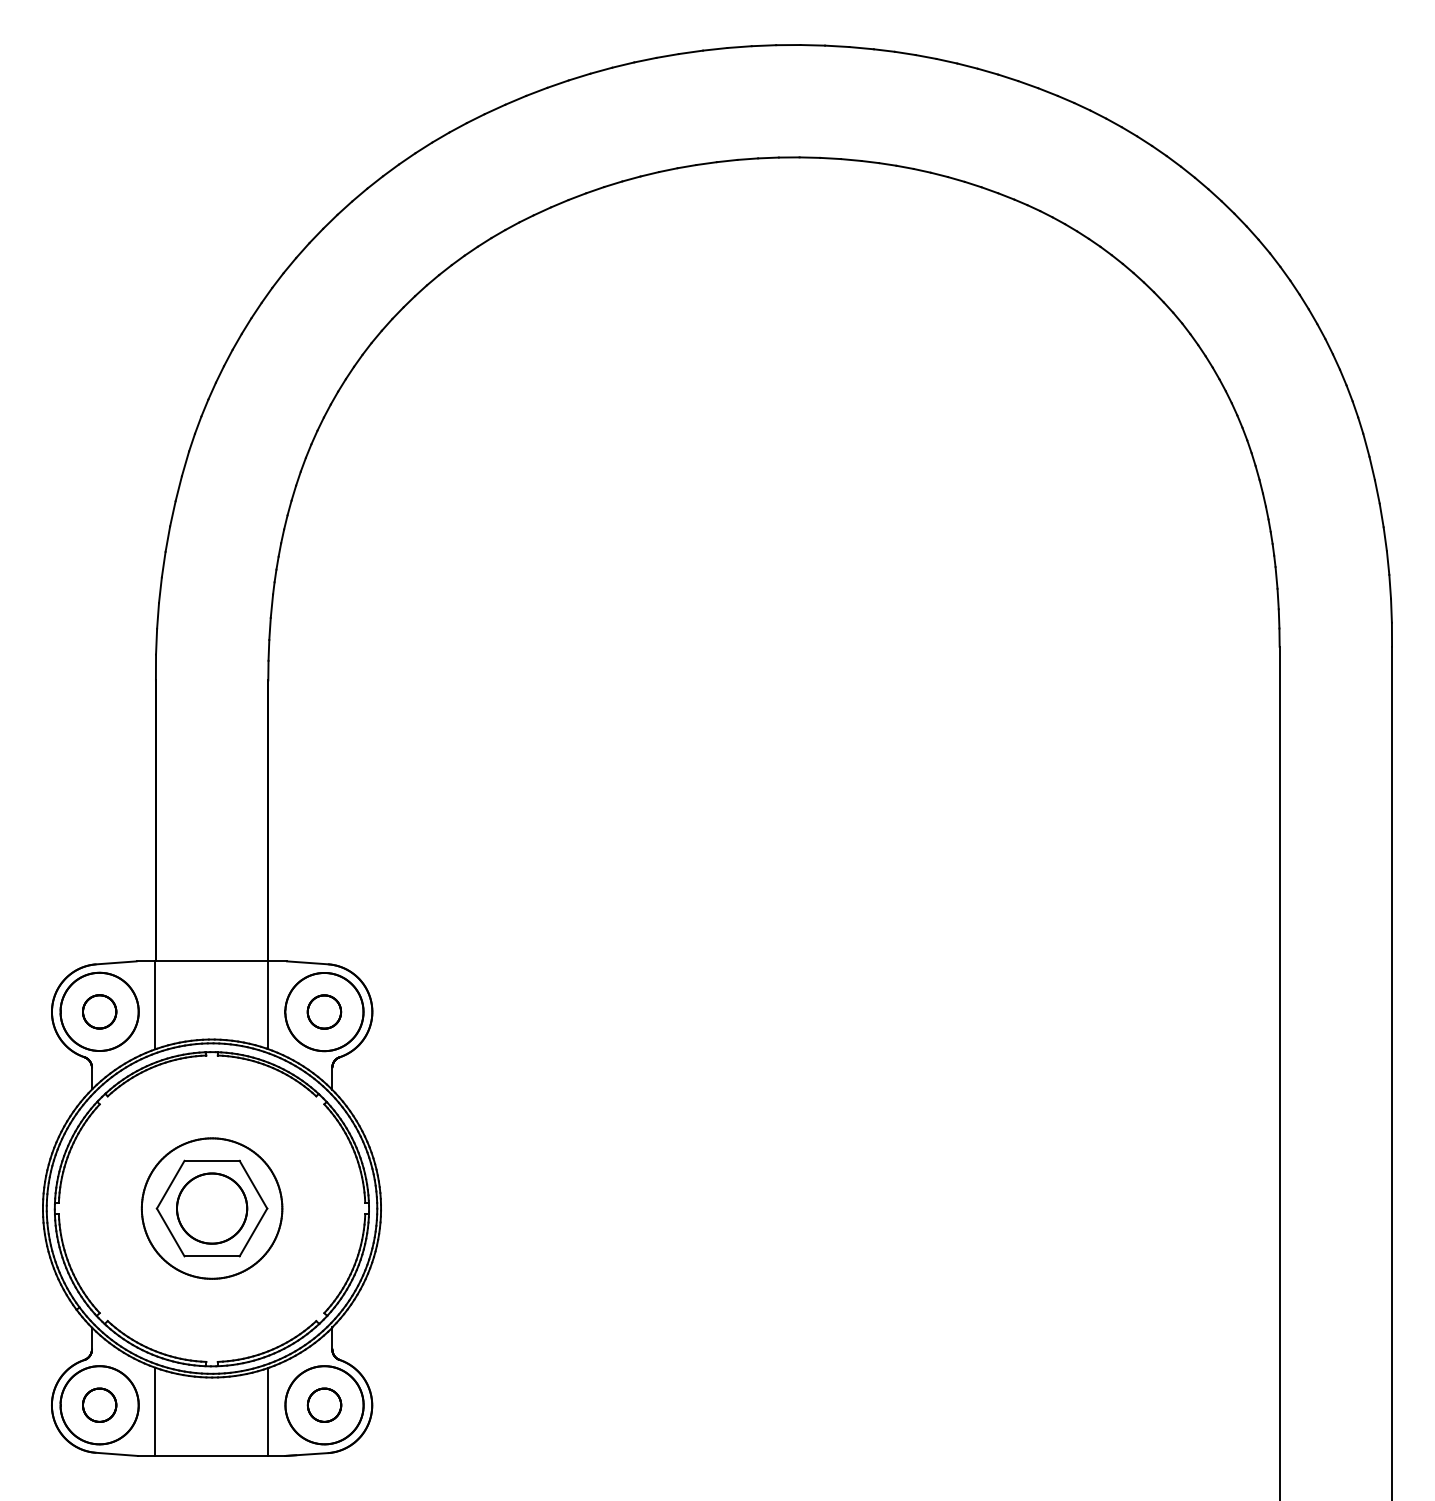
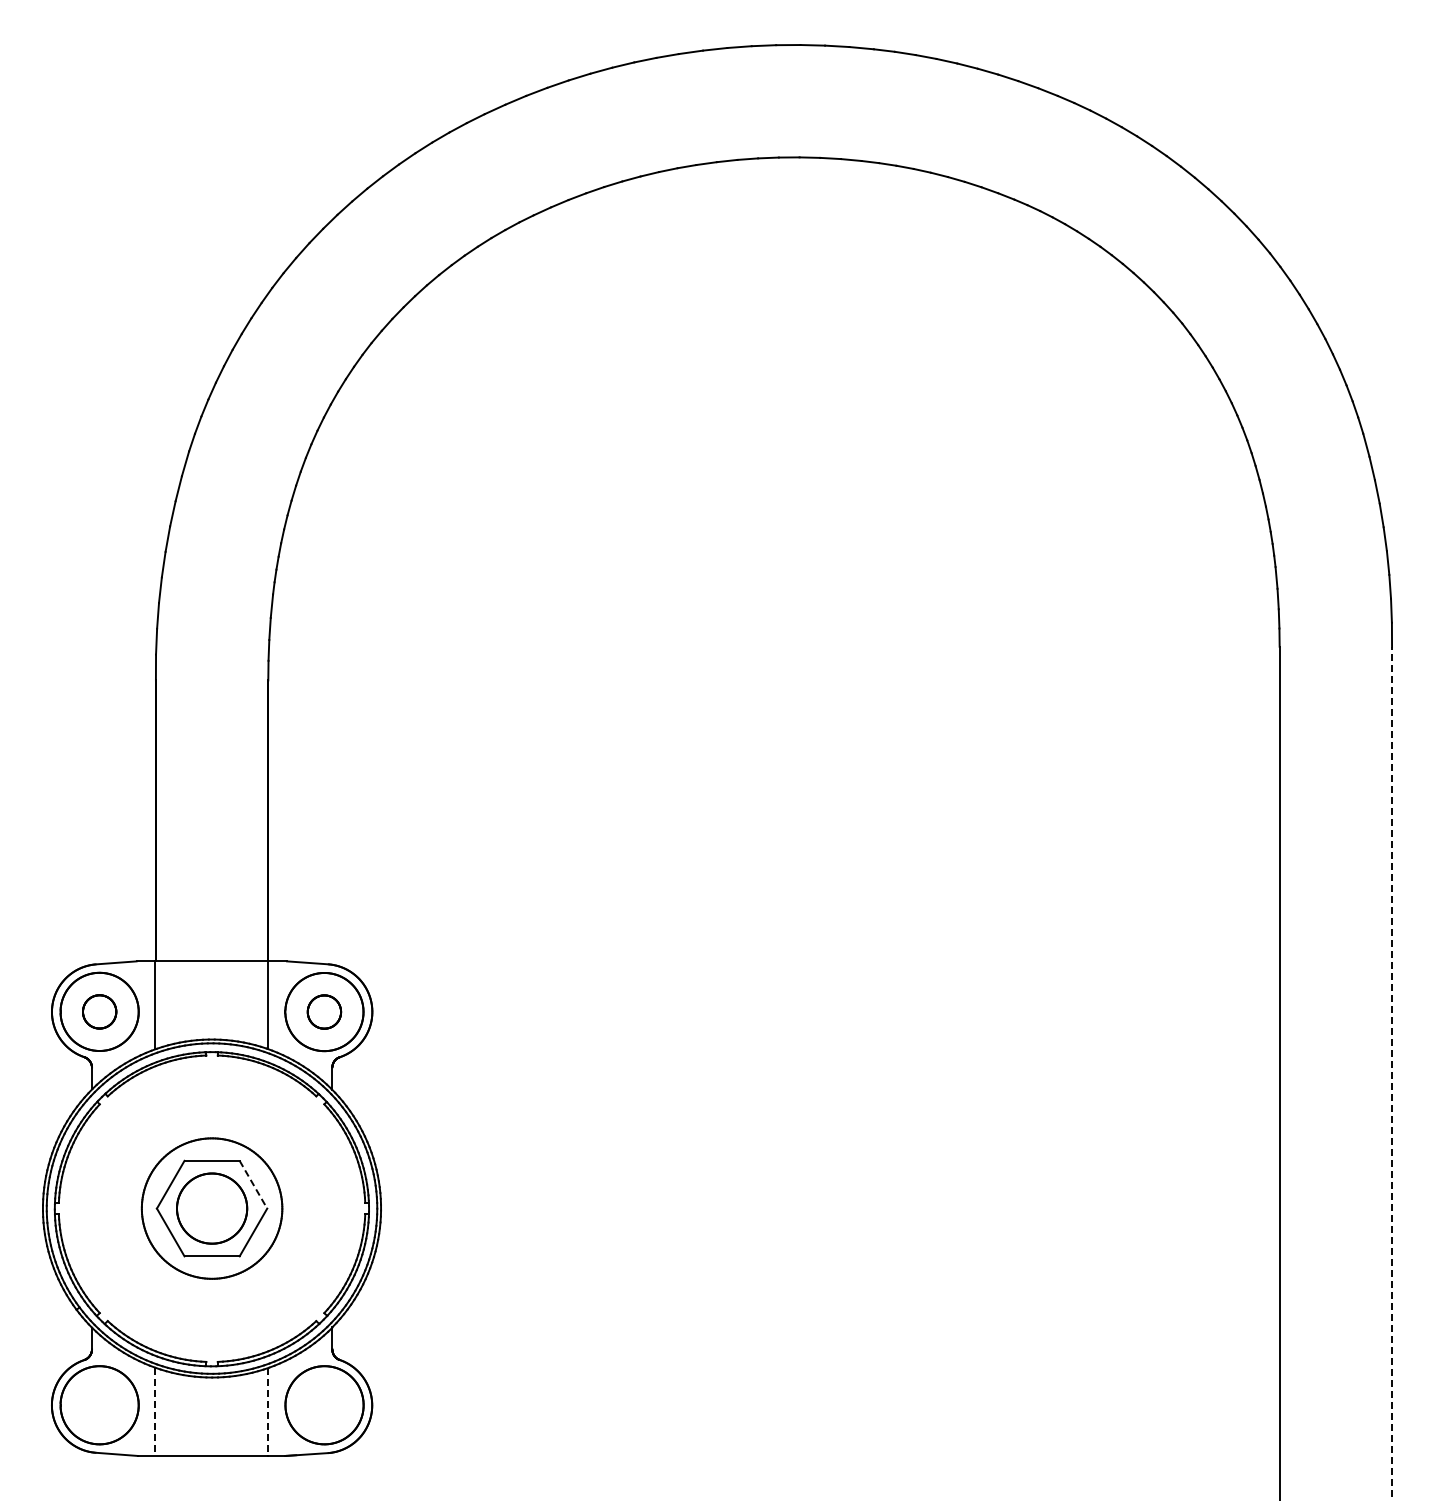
line at (1392, 1073): solid -> dashed
line at (253, 1184): solid -> dashed
part at (99, 1404): present -> none
part at (324, 1404): present -> none
line at (268, 1411): solid -> dashed
line at (155, 1412): solid -> dashed
